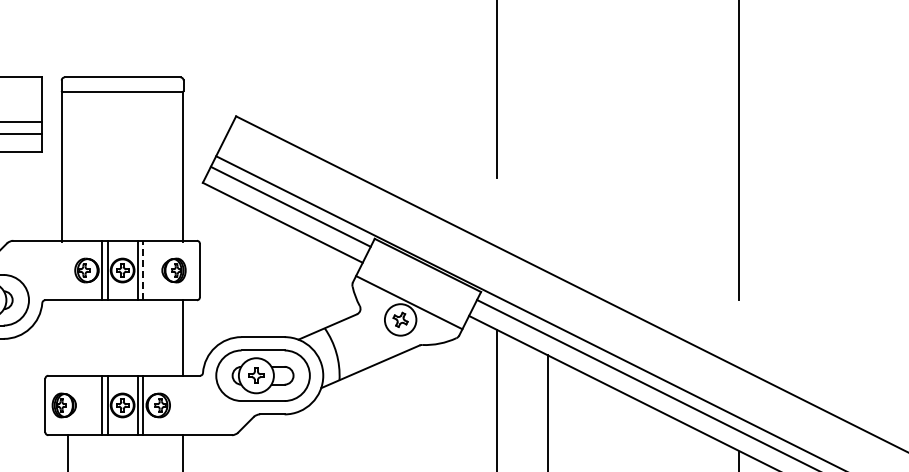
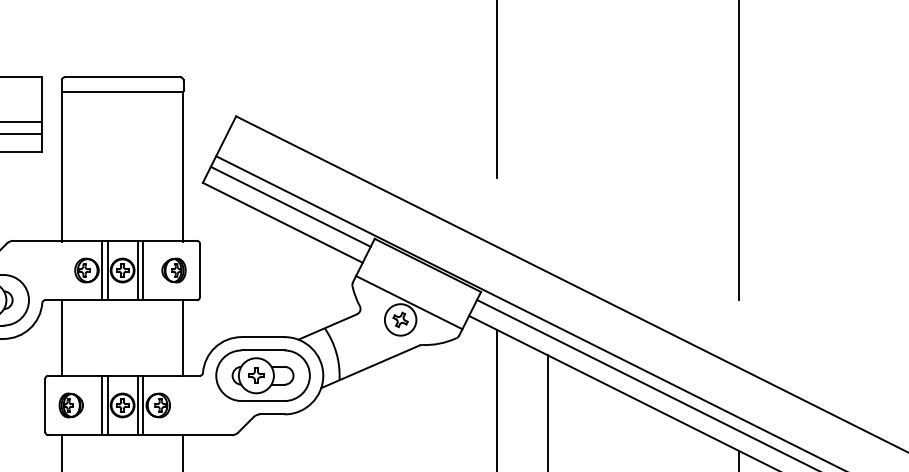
line at (143, 270): dashed -> solid
line at (62, 337): none -> present
part at (63, 405) position: (63, 405) -> (70, 405)
line at (68, 451) position: (68, 451) -> (62, 451)
